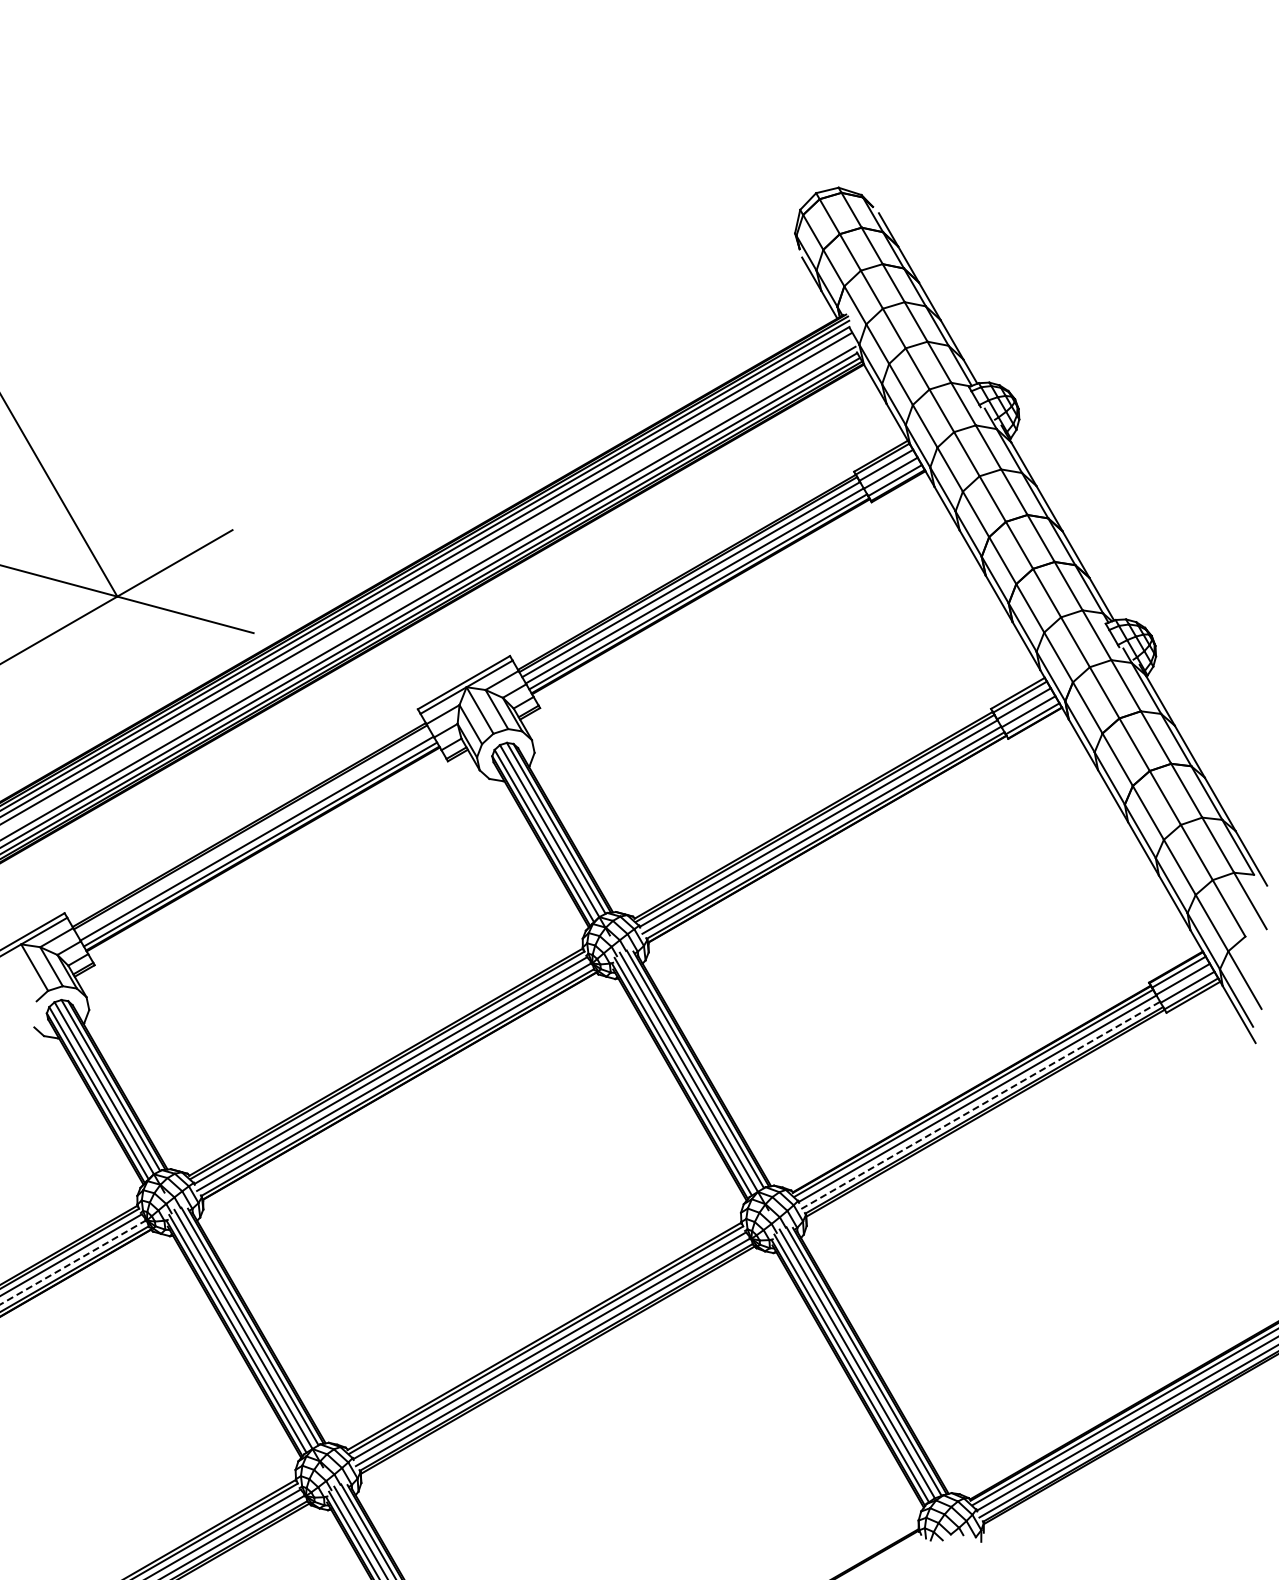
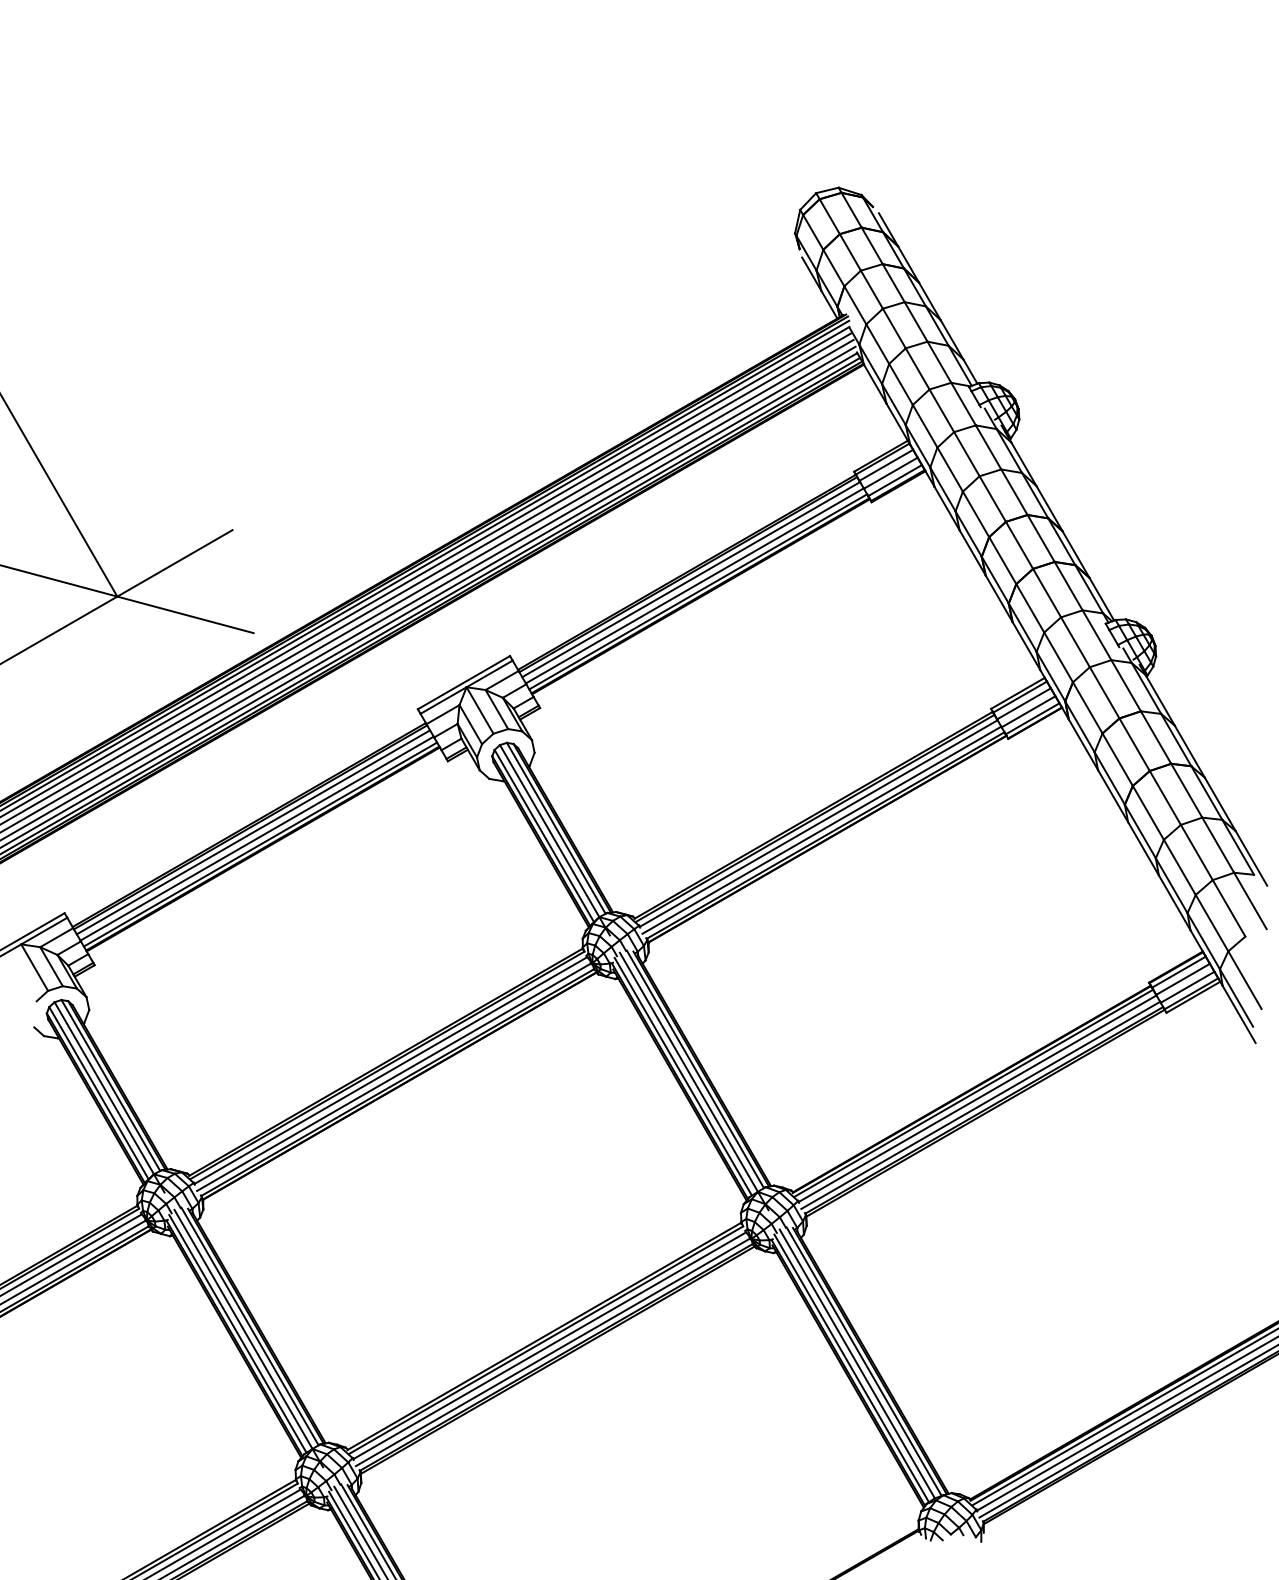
line at (427, 585): none -> present
line at (253, 832): none -> present
line at (981, 1105): dashed -> solid
line at (73, 1262): dashed -> solid
